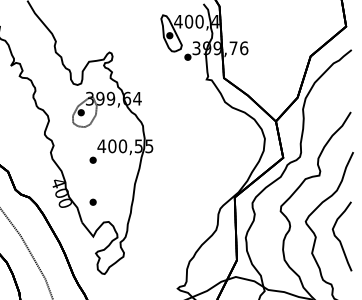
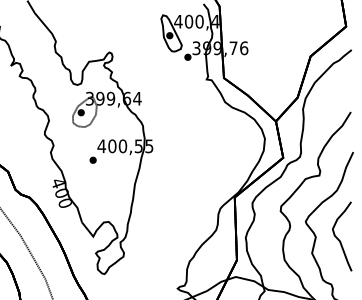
part at (92, 201): present -> none
